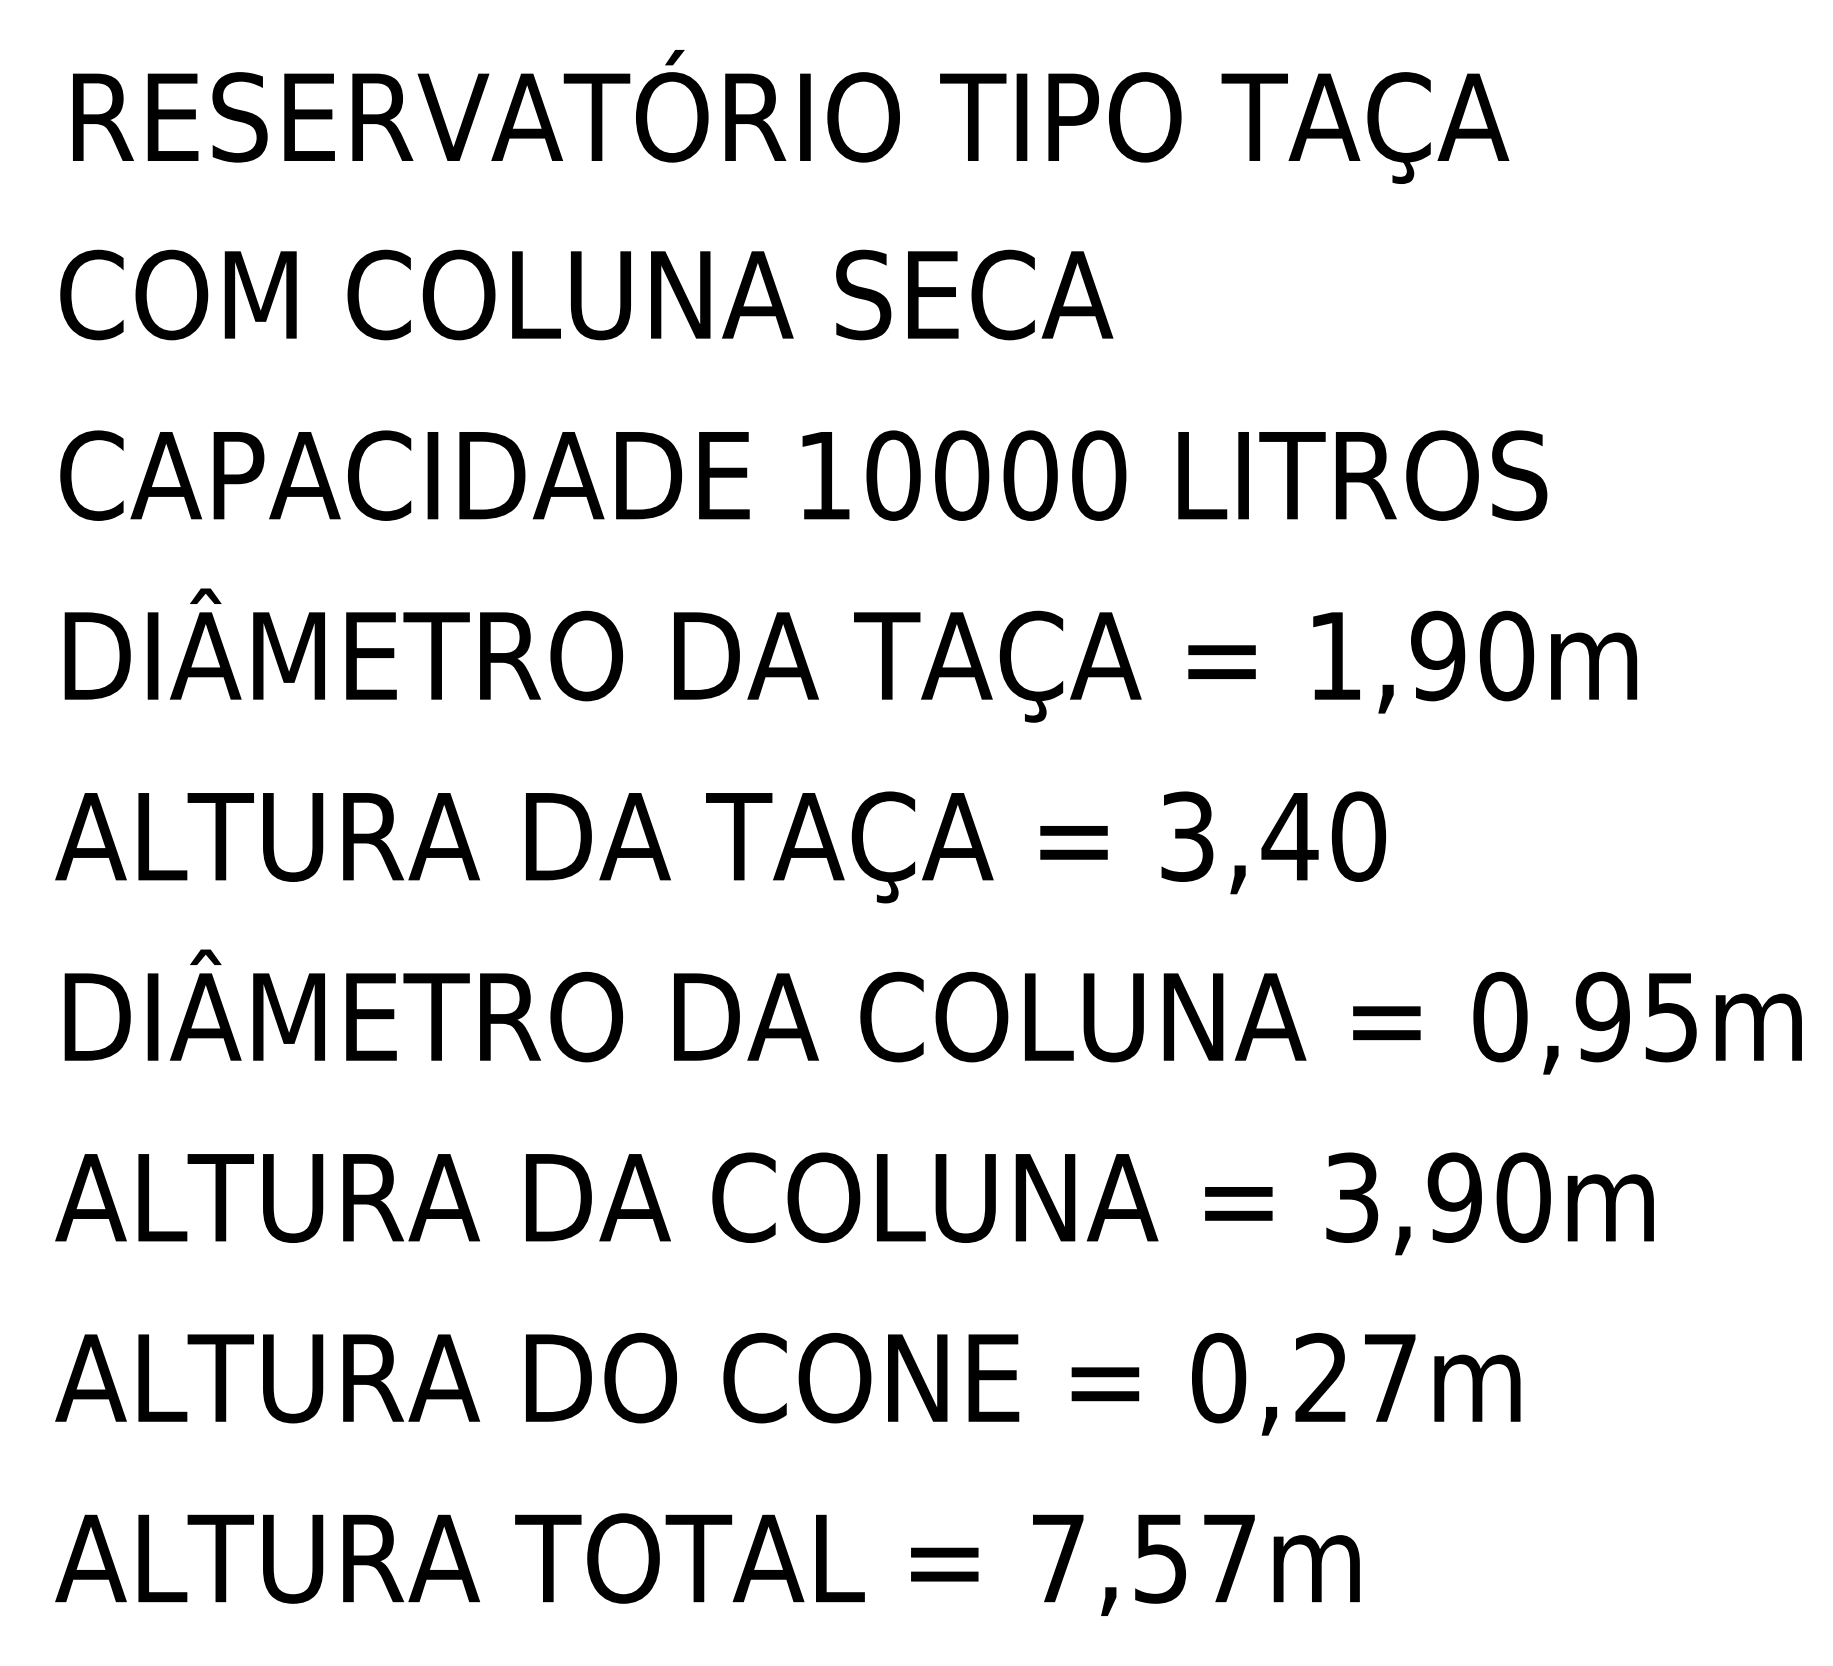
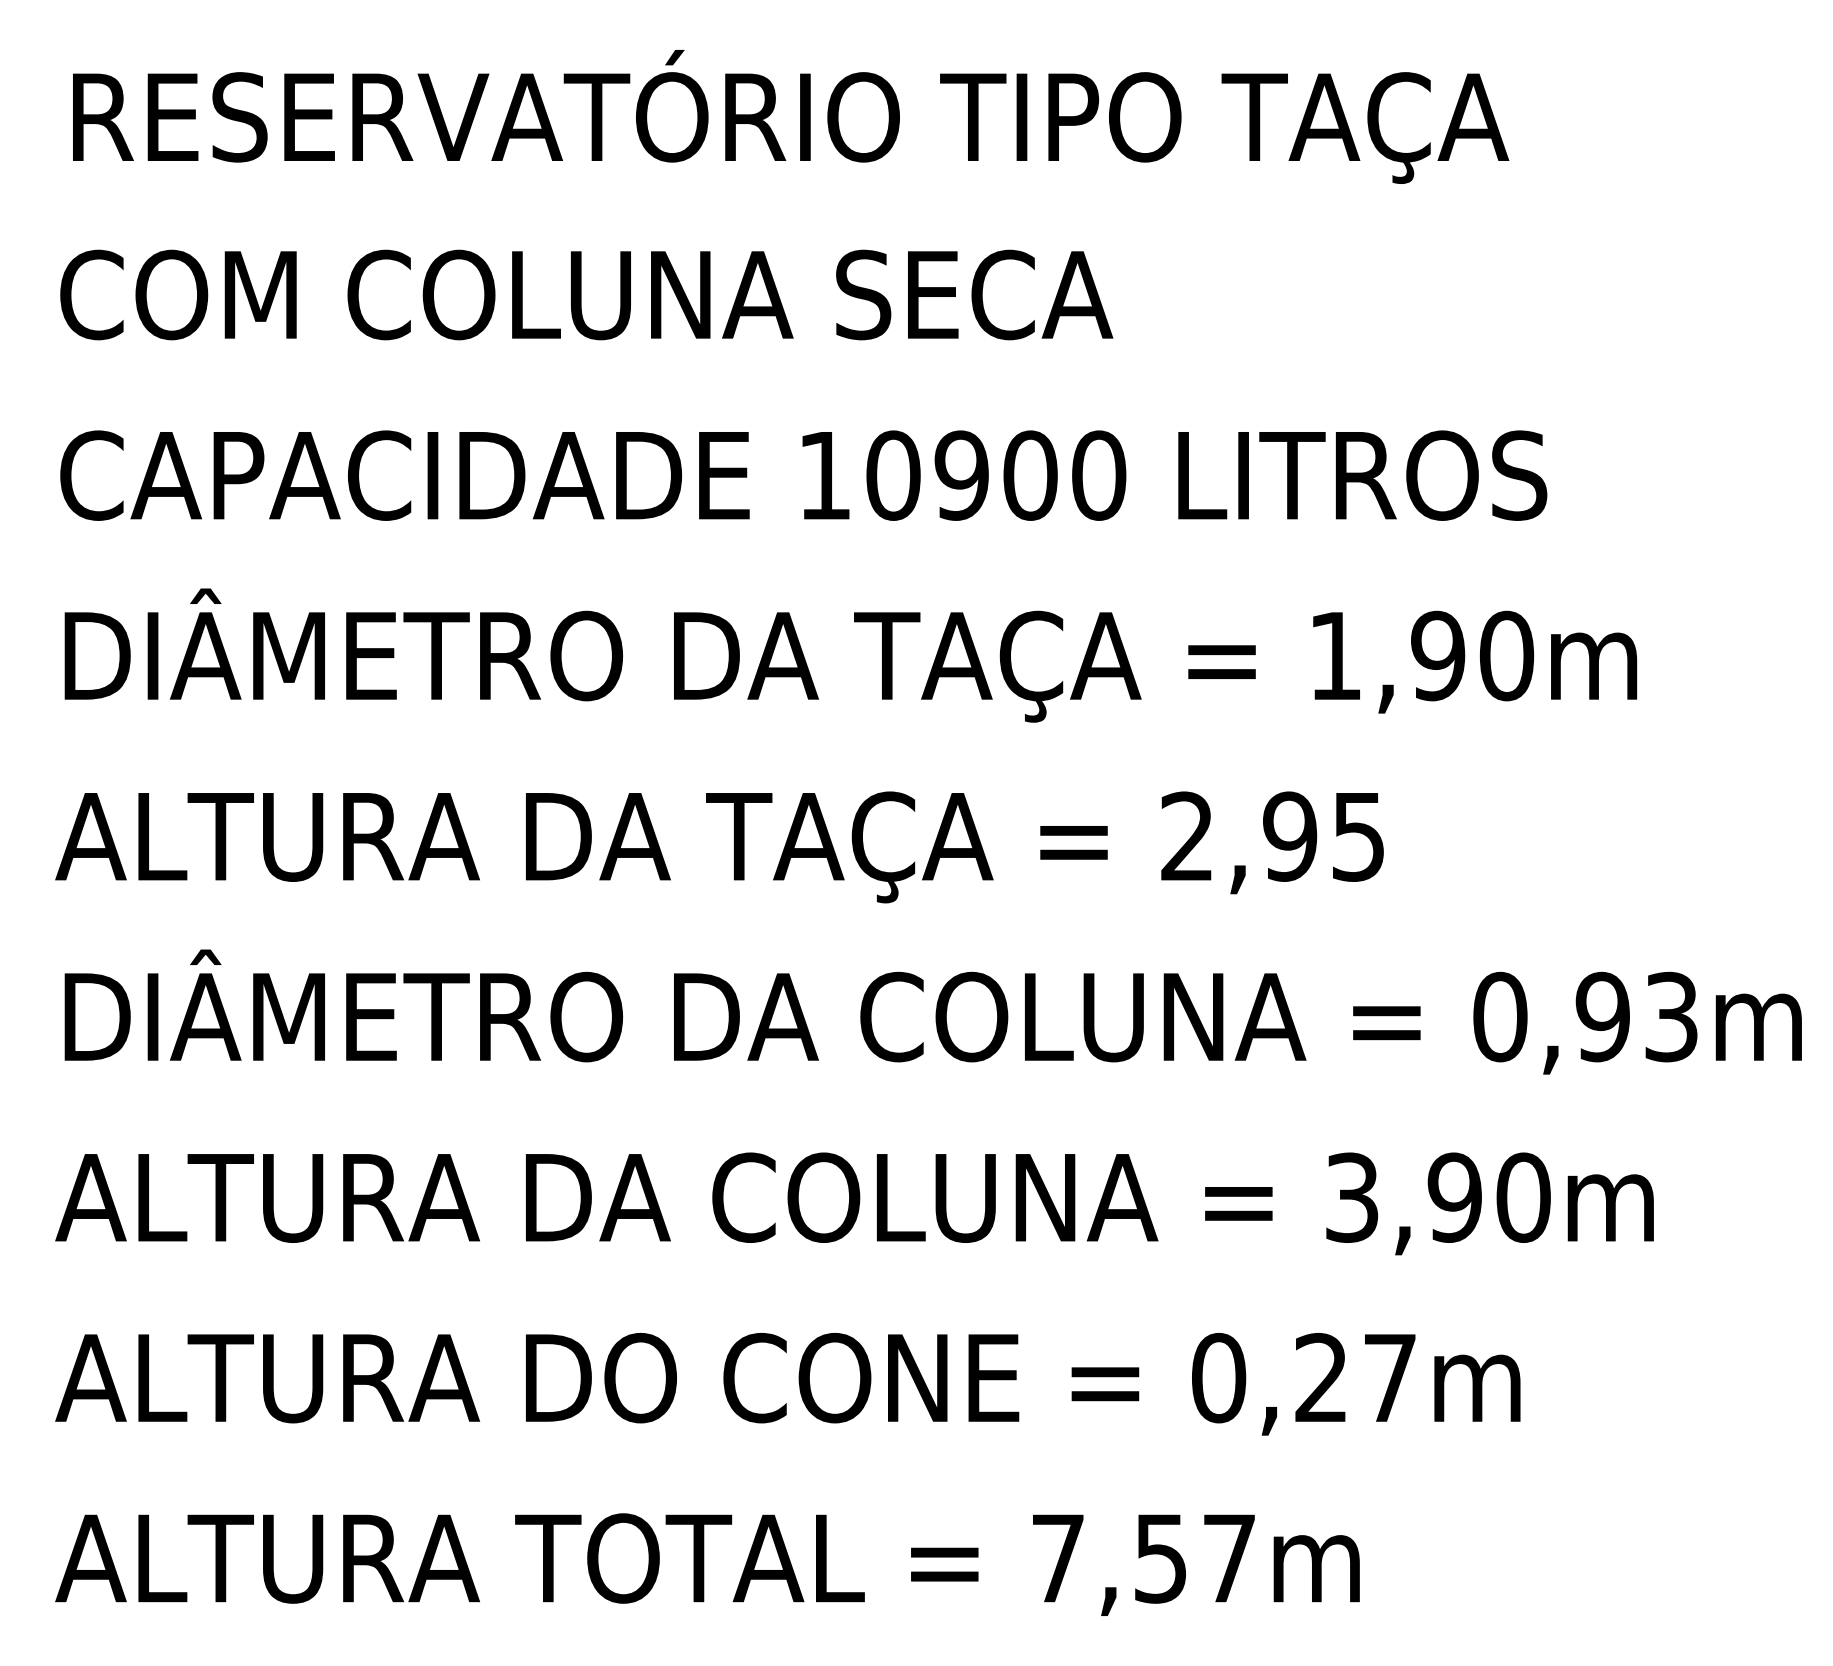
text at (961, 475): 10000 -> 10900
text at (1273, 836): 3,40 -> 2,95
text at (1671, 1016): 0,95m -> 0,93m
